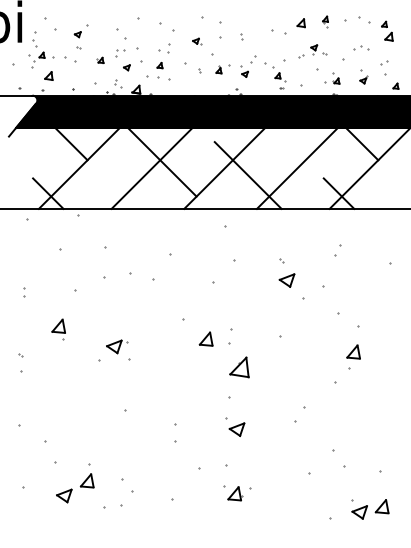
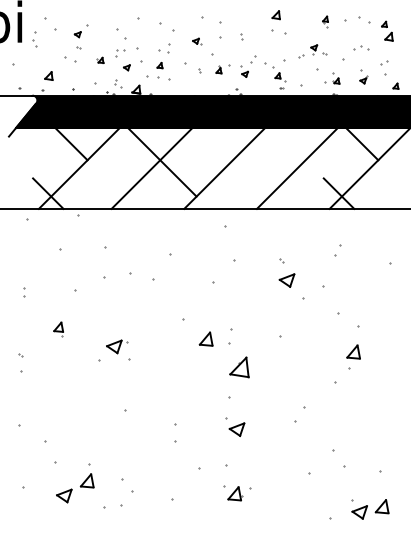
part at (300, 23) position: (300, 23) -> (275, 15)
part at (41, 59): present -> none
line at (247, 175): present -> none
part at (58, 329) size: 15x23 px -> 11x17 px
